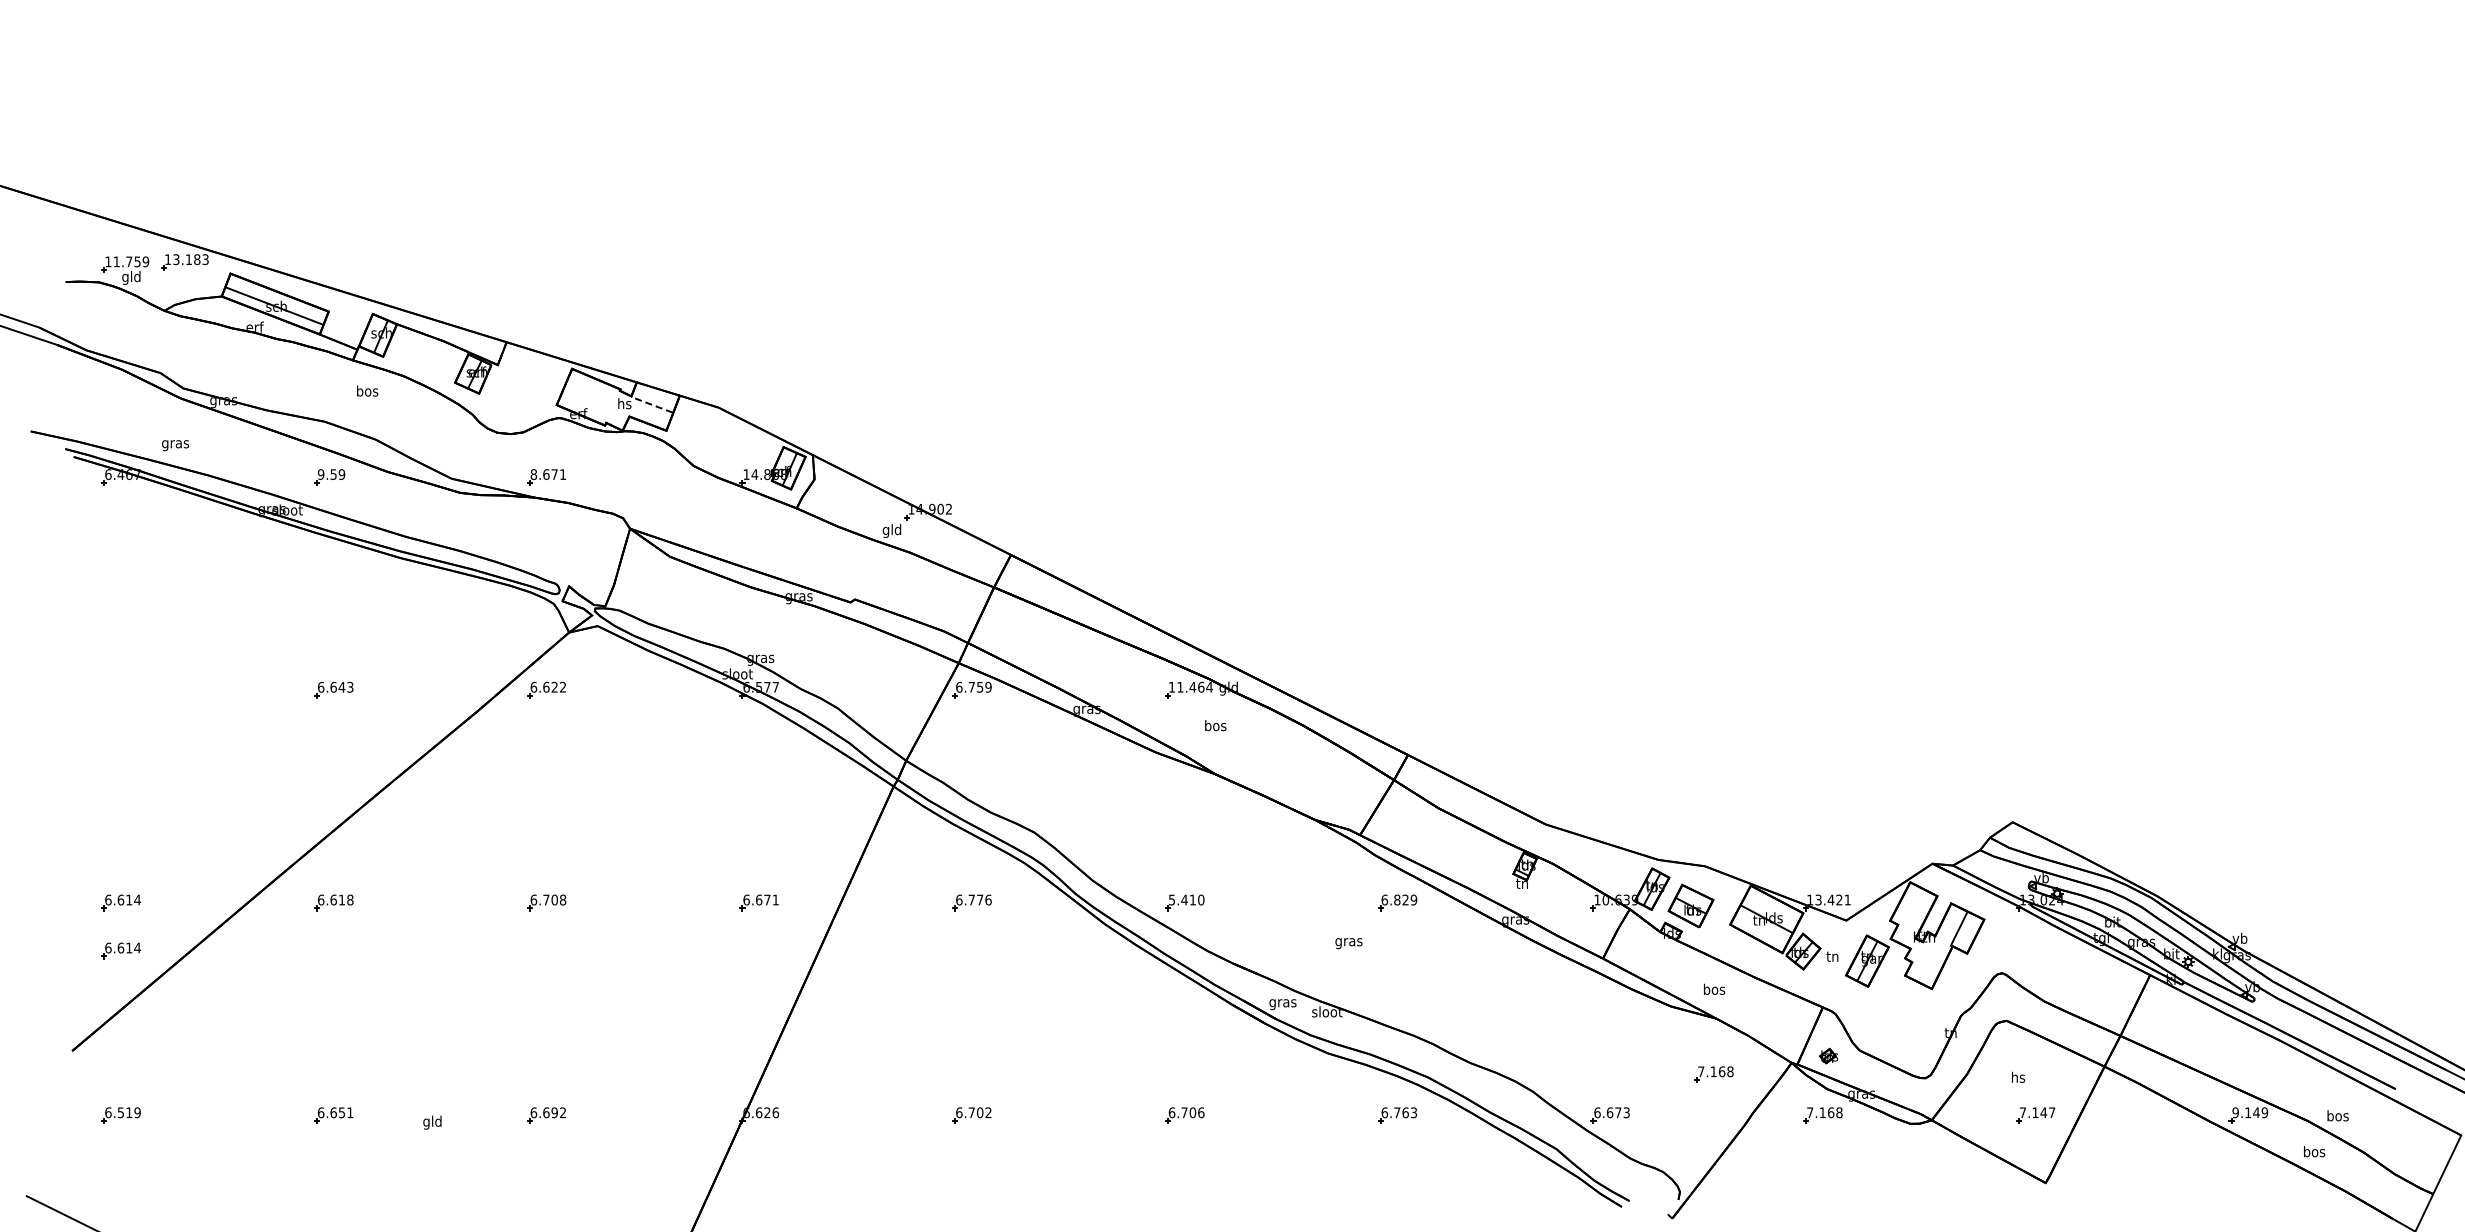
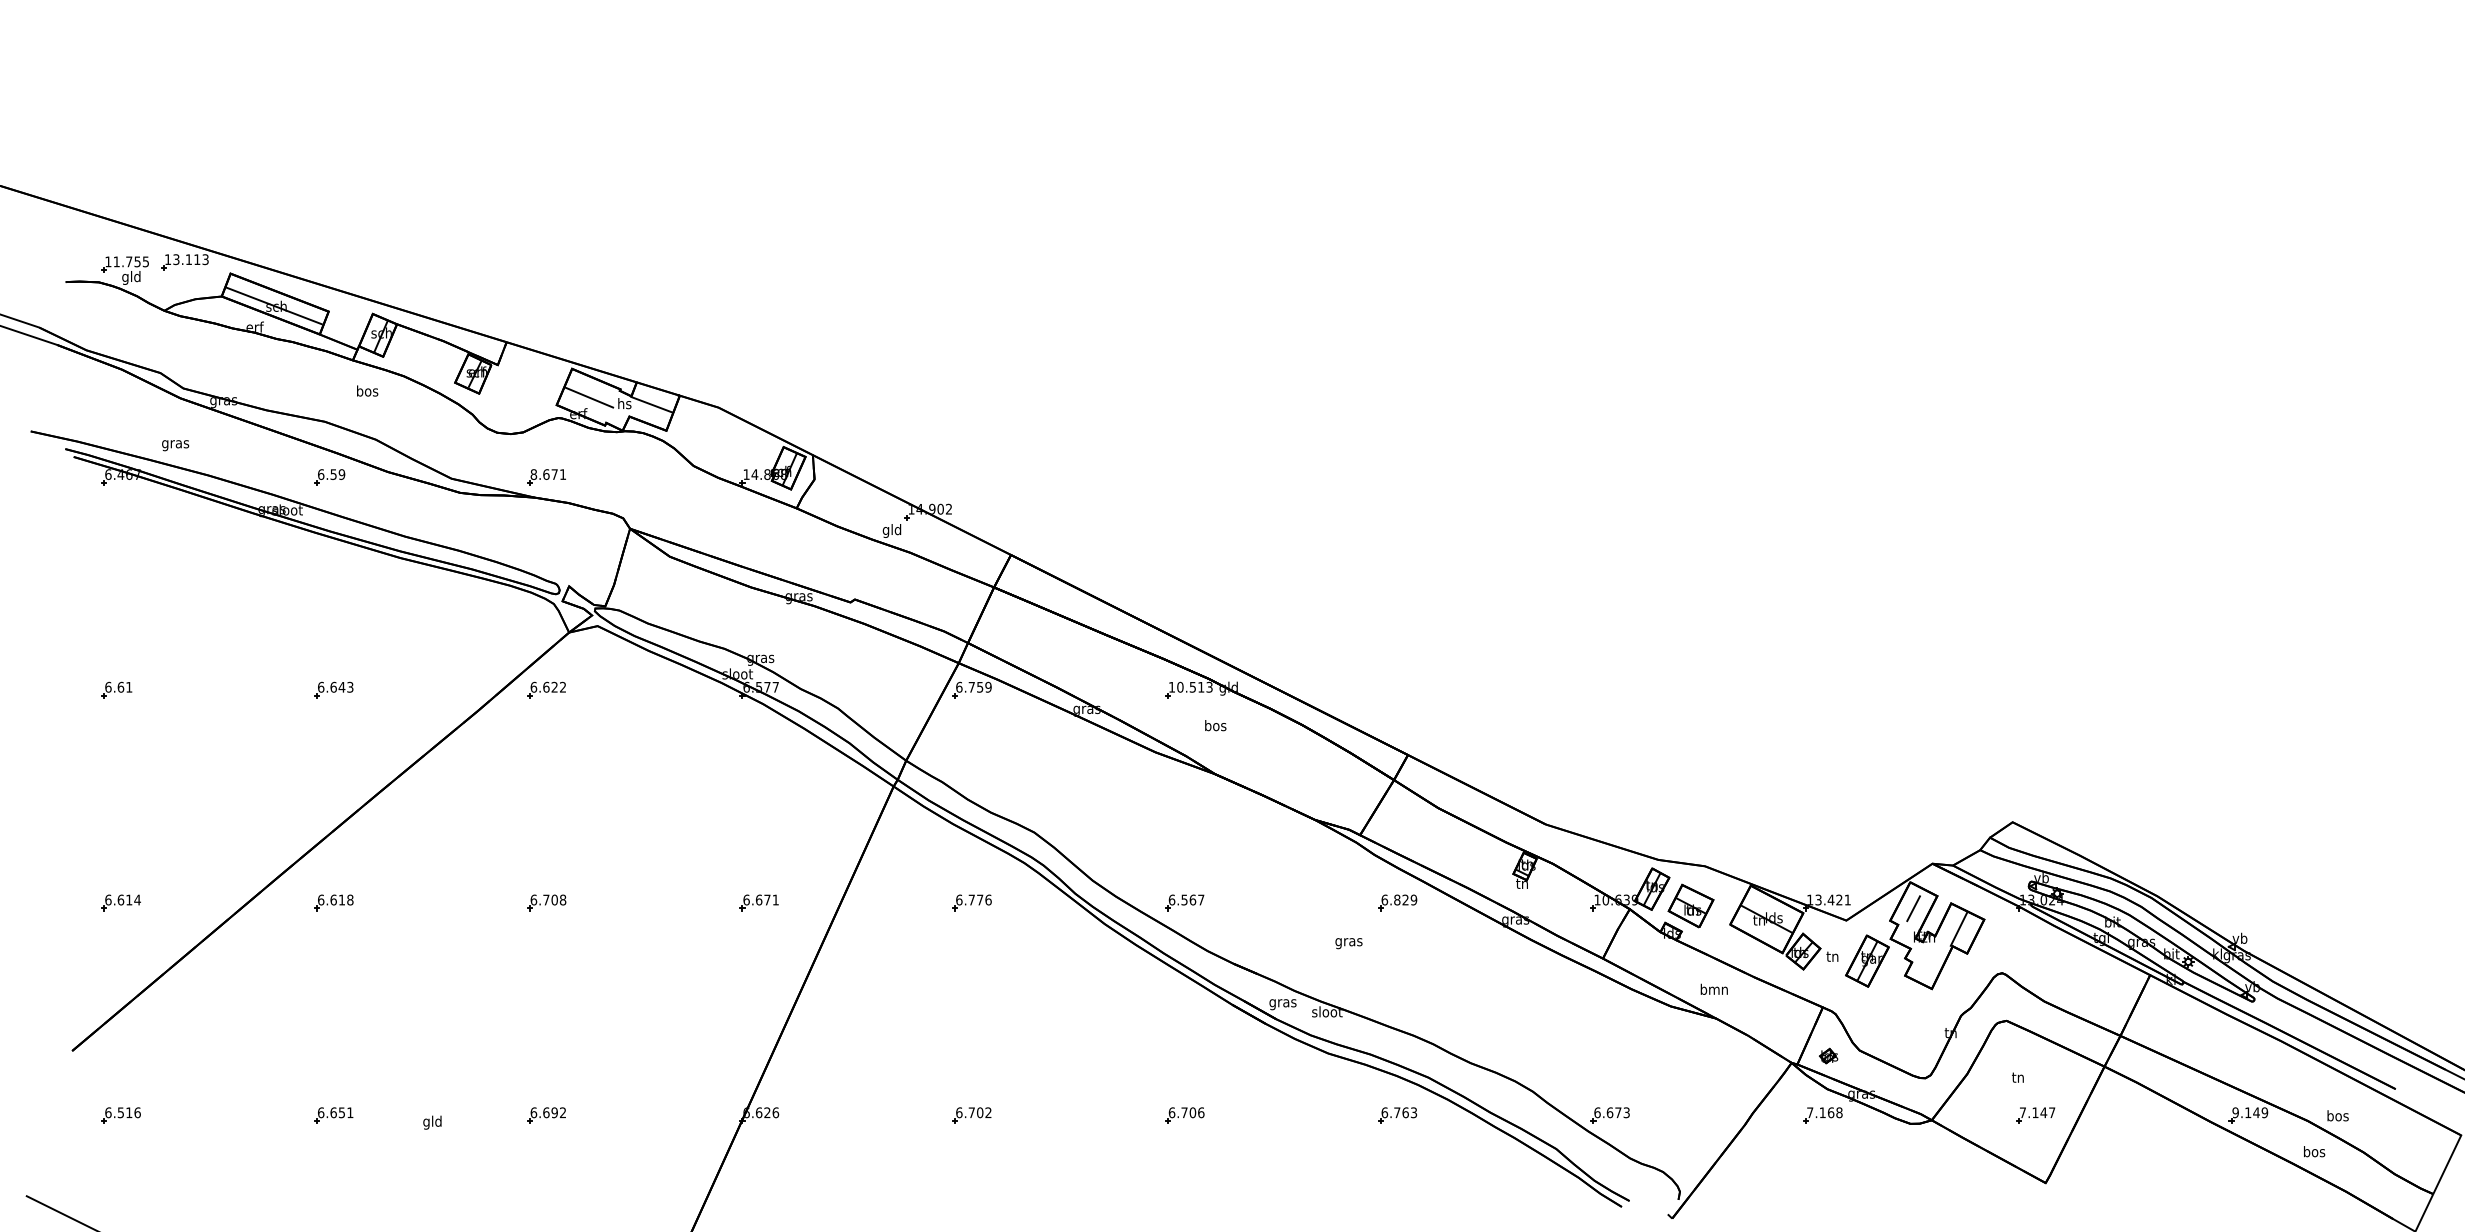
text at (197, 259): 13.183 -> 13.113
text at (145, 261): 11.759 -> 11.755
line at (589, 397): none -> present
line at (651, 404): dashed -> solid
text at (320, 474): 9.59 -> 6.59
text at (1194, 686): 11.464 -> 10.513
part at (116, 689): none -> present
text at (1186, 899): 5.410 -> 6.567
line at (1913, 908): none -> present
part at (120, 950): present -> none
text at (1713, 988): bos -> bmn
part at (1713, 1074): present -> none
text at (2018, 1076): hs -> tn
text at (137, 1112): 6.519 -> 6.516
